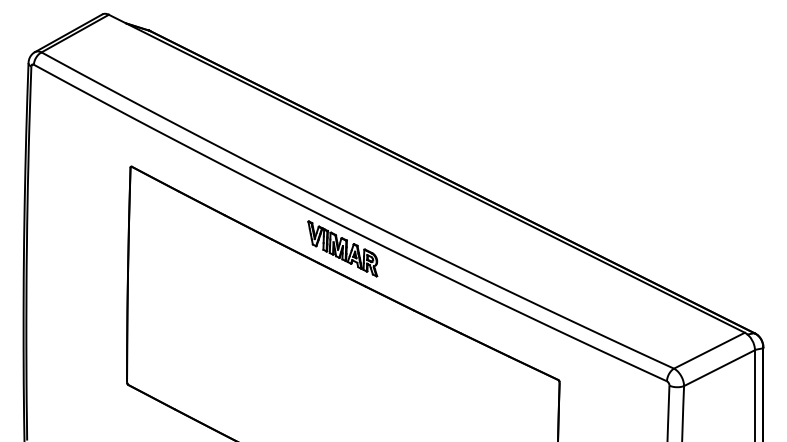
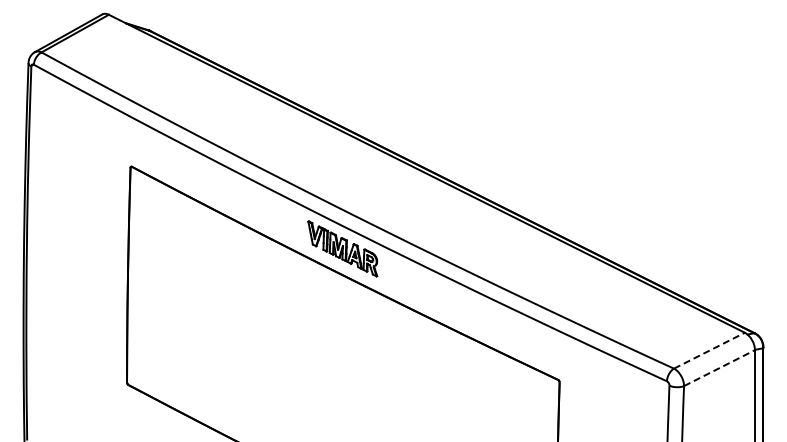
line at (709, 350): solid -> dashed
line at (719, 368): solid -> dashed
